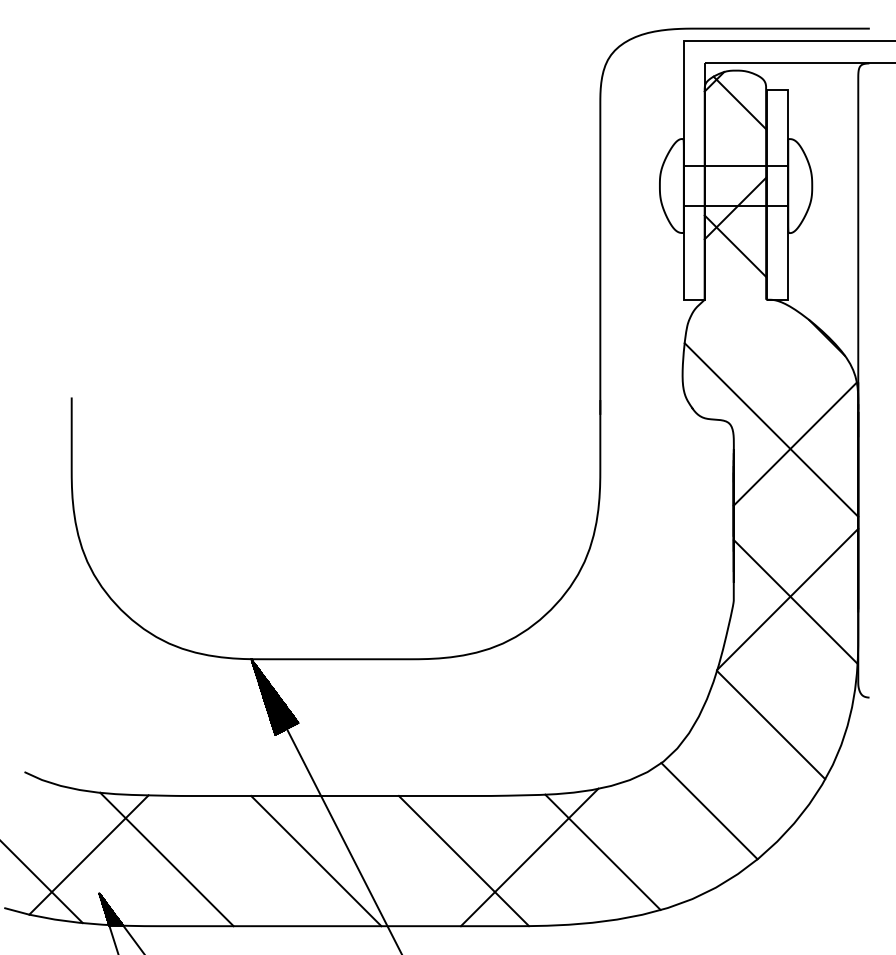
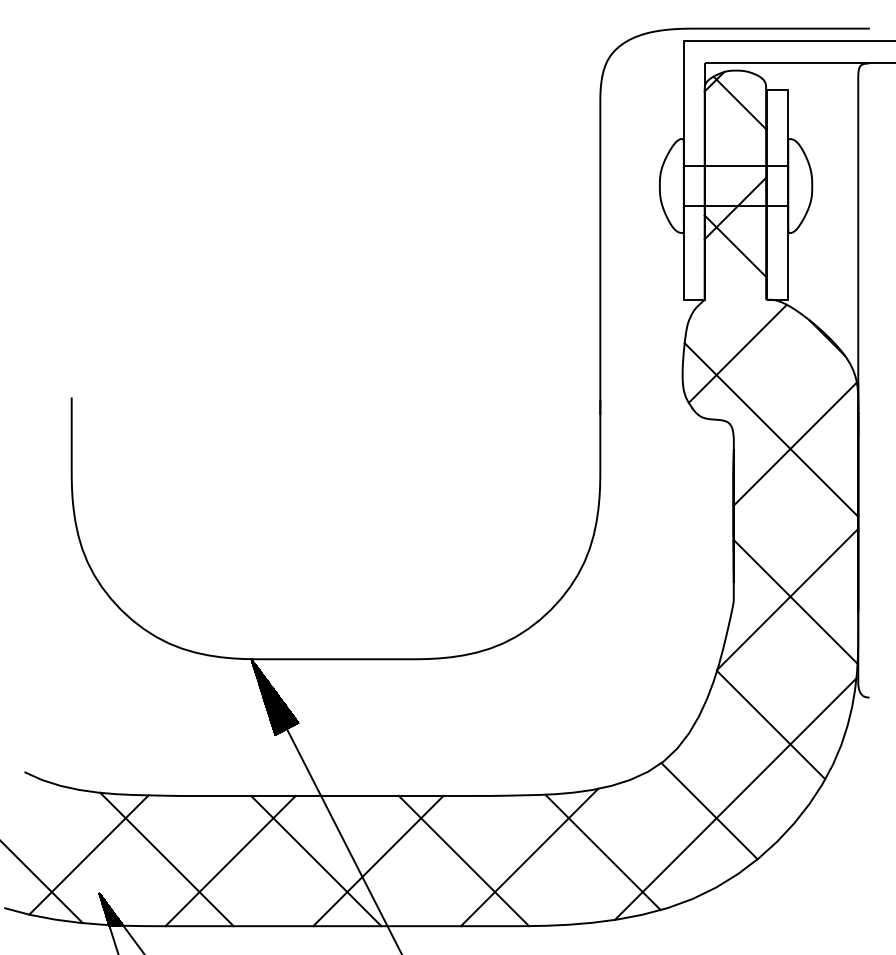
line at (737, 353): none -> present
line at (735, 798): none -> present
line at (230, 860): none -> present
line at (378, 860): none -> present
